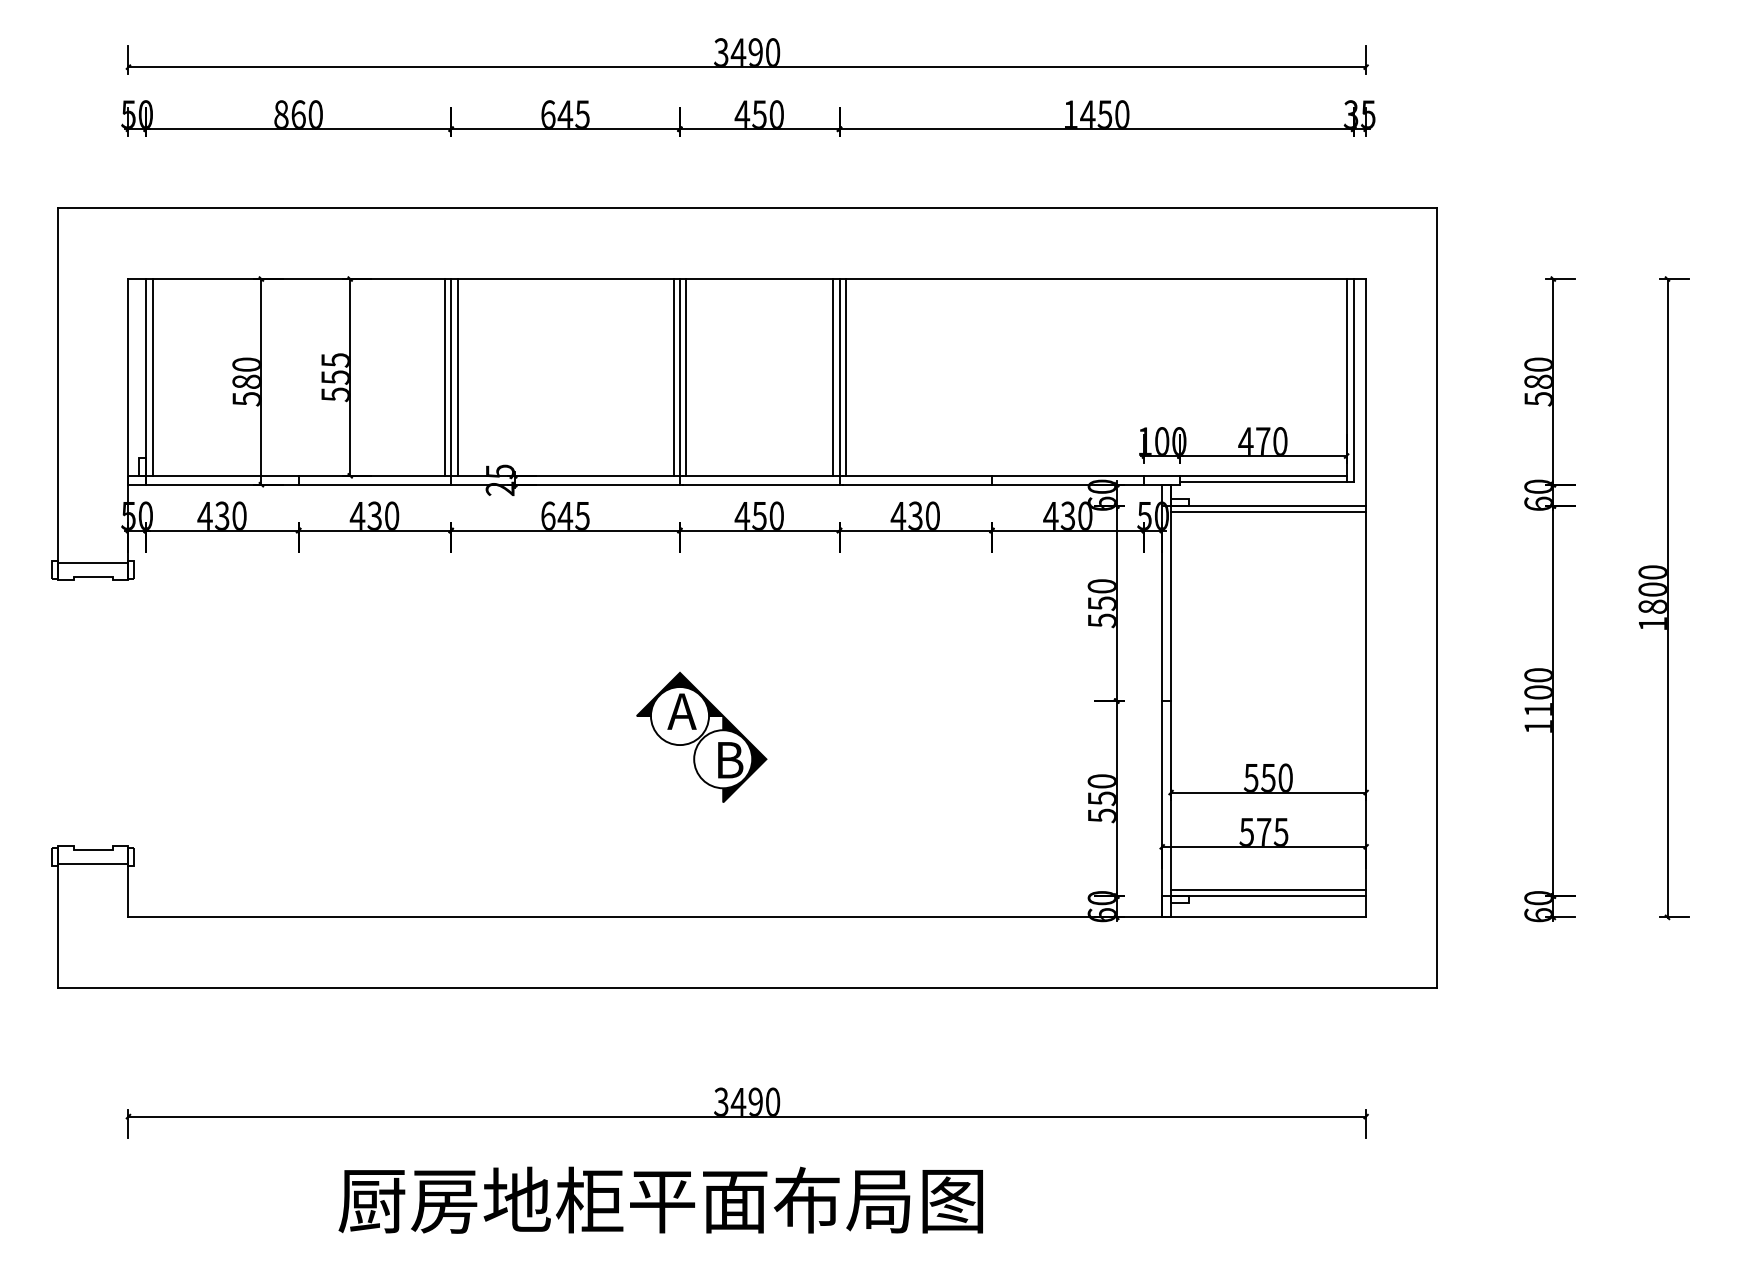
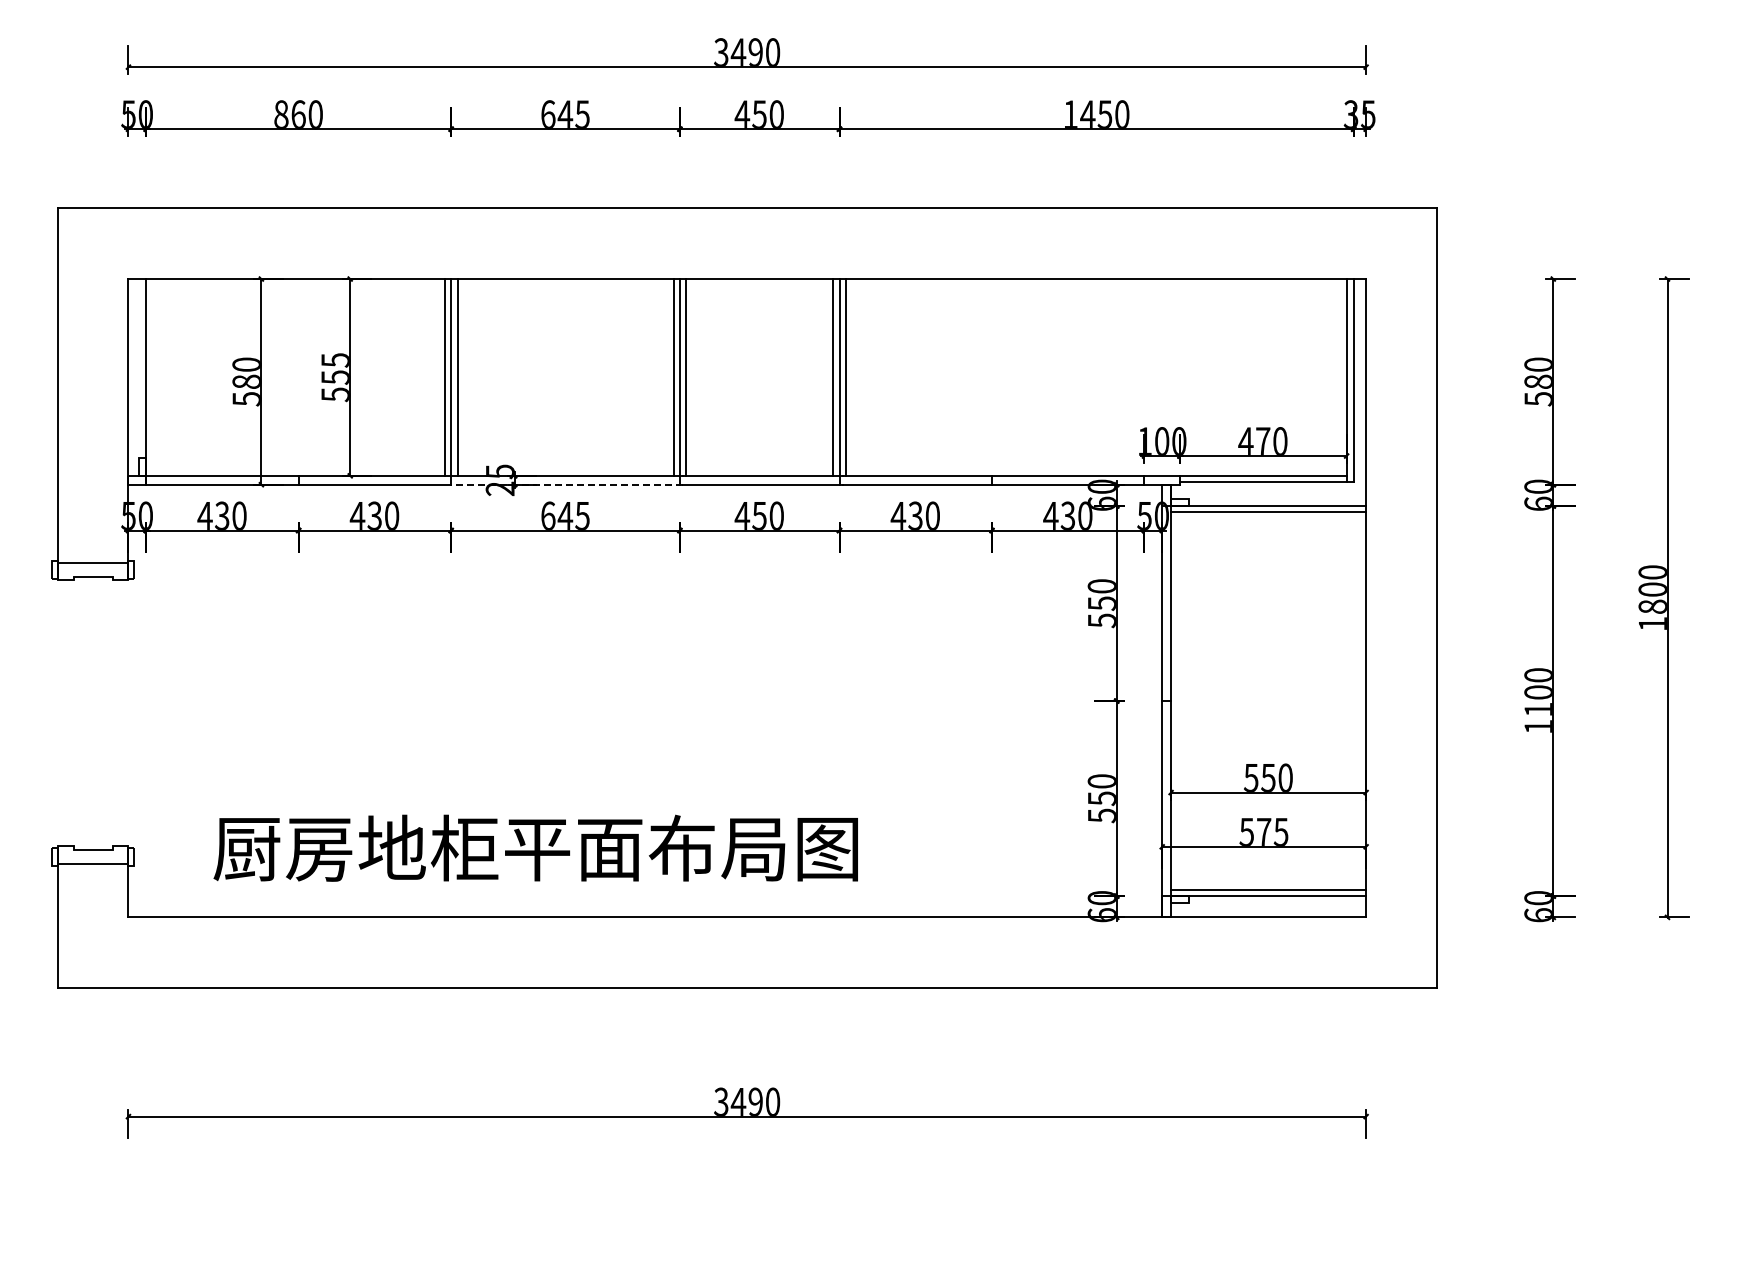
line at (152, 377): present -> none
line at (566, 484): solid -> dashed
part at (701, 736): present -> none
text at (660, 1199) position: (660, 1199) -> (535, 847)
